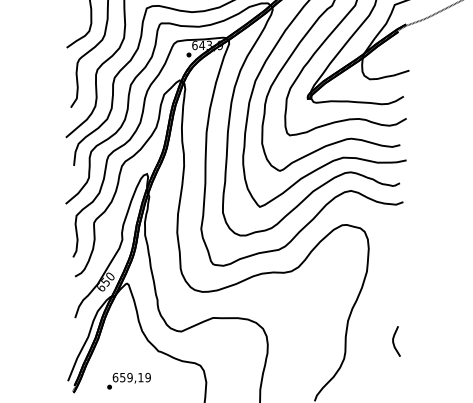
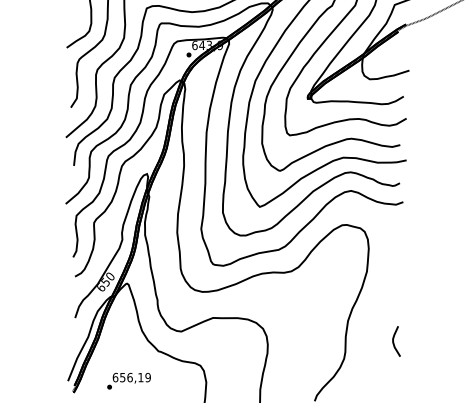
text at (129, 377): 659,19 -> 656,19
